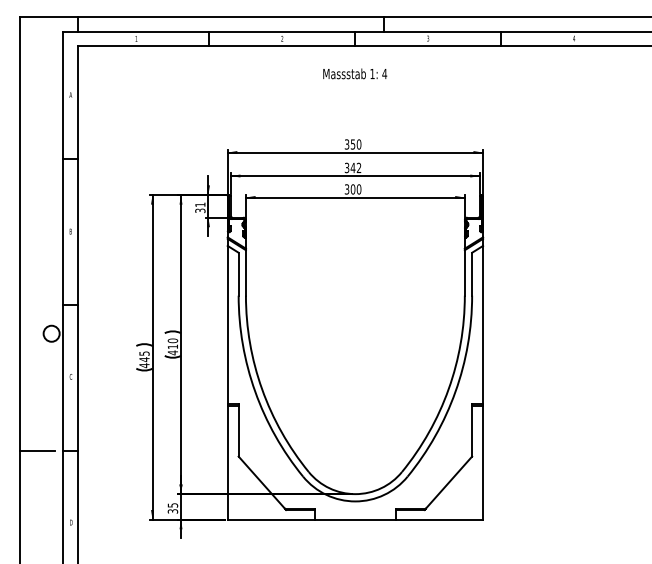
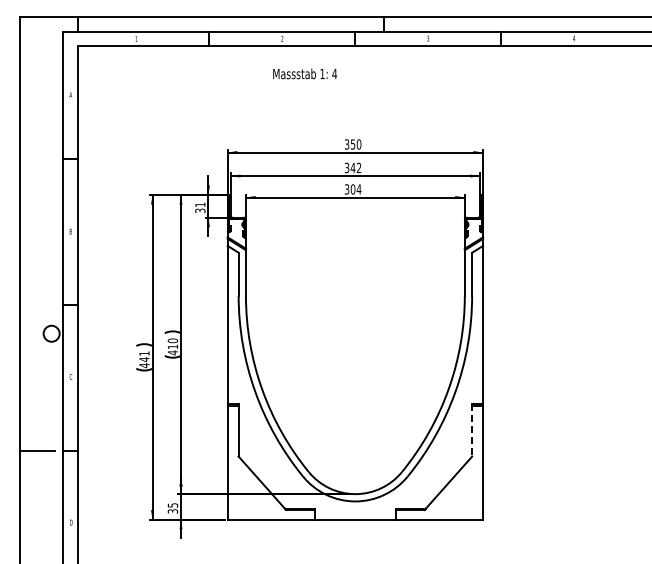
text at (355, 73) position: (355, 73) -> (305, 73)
text at (358, 189): 300 -> 304
text at (144, 353): 445 -> 441
line at (472, 430): solid -> dashed
